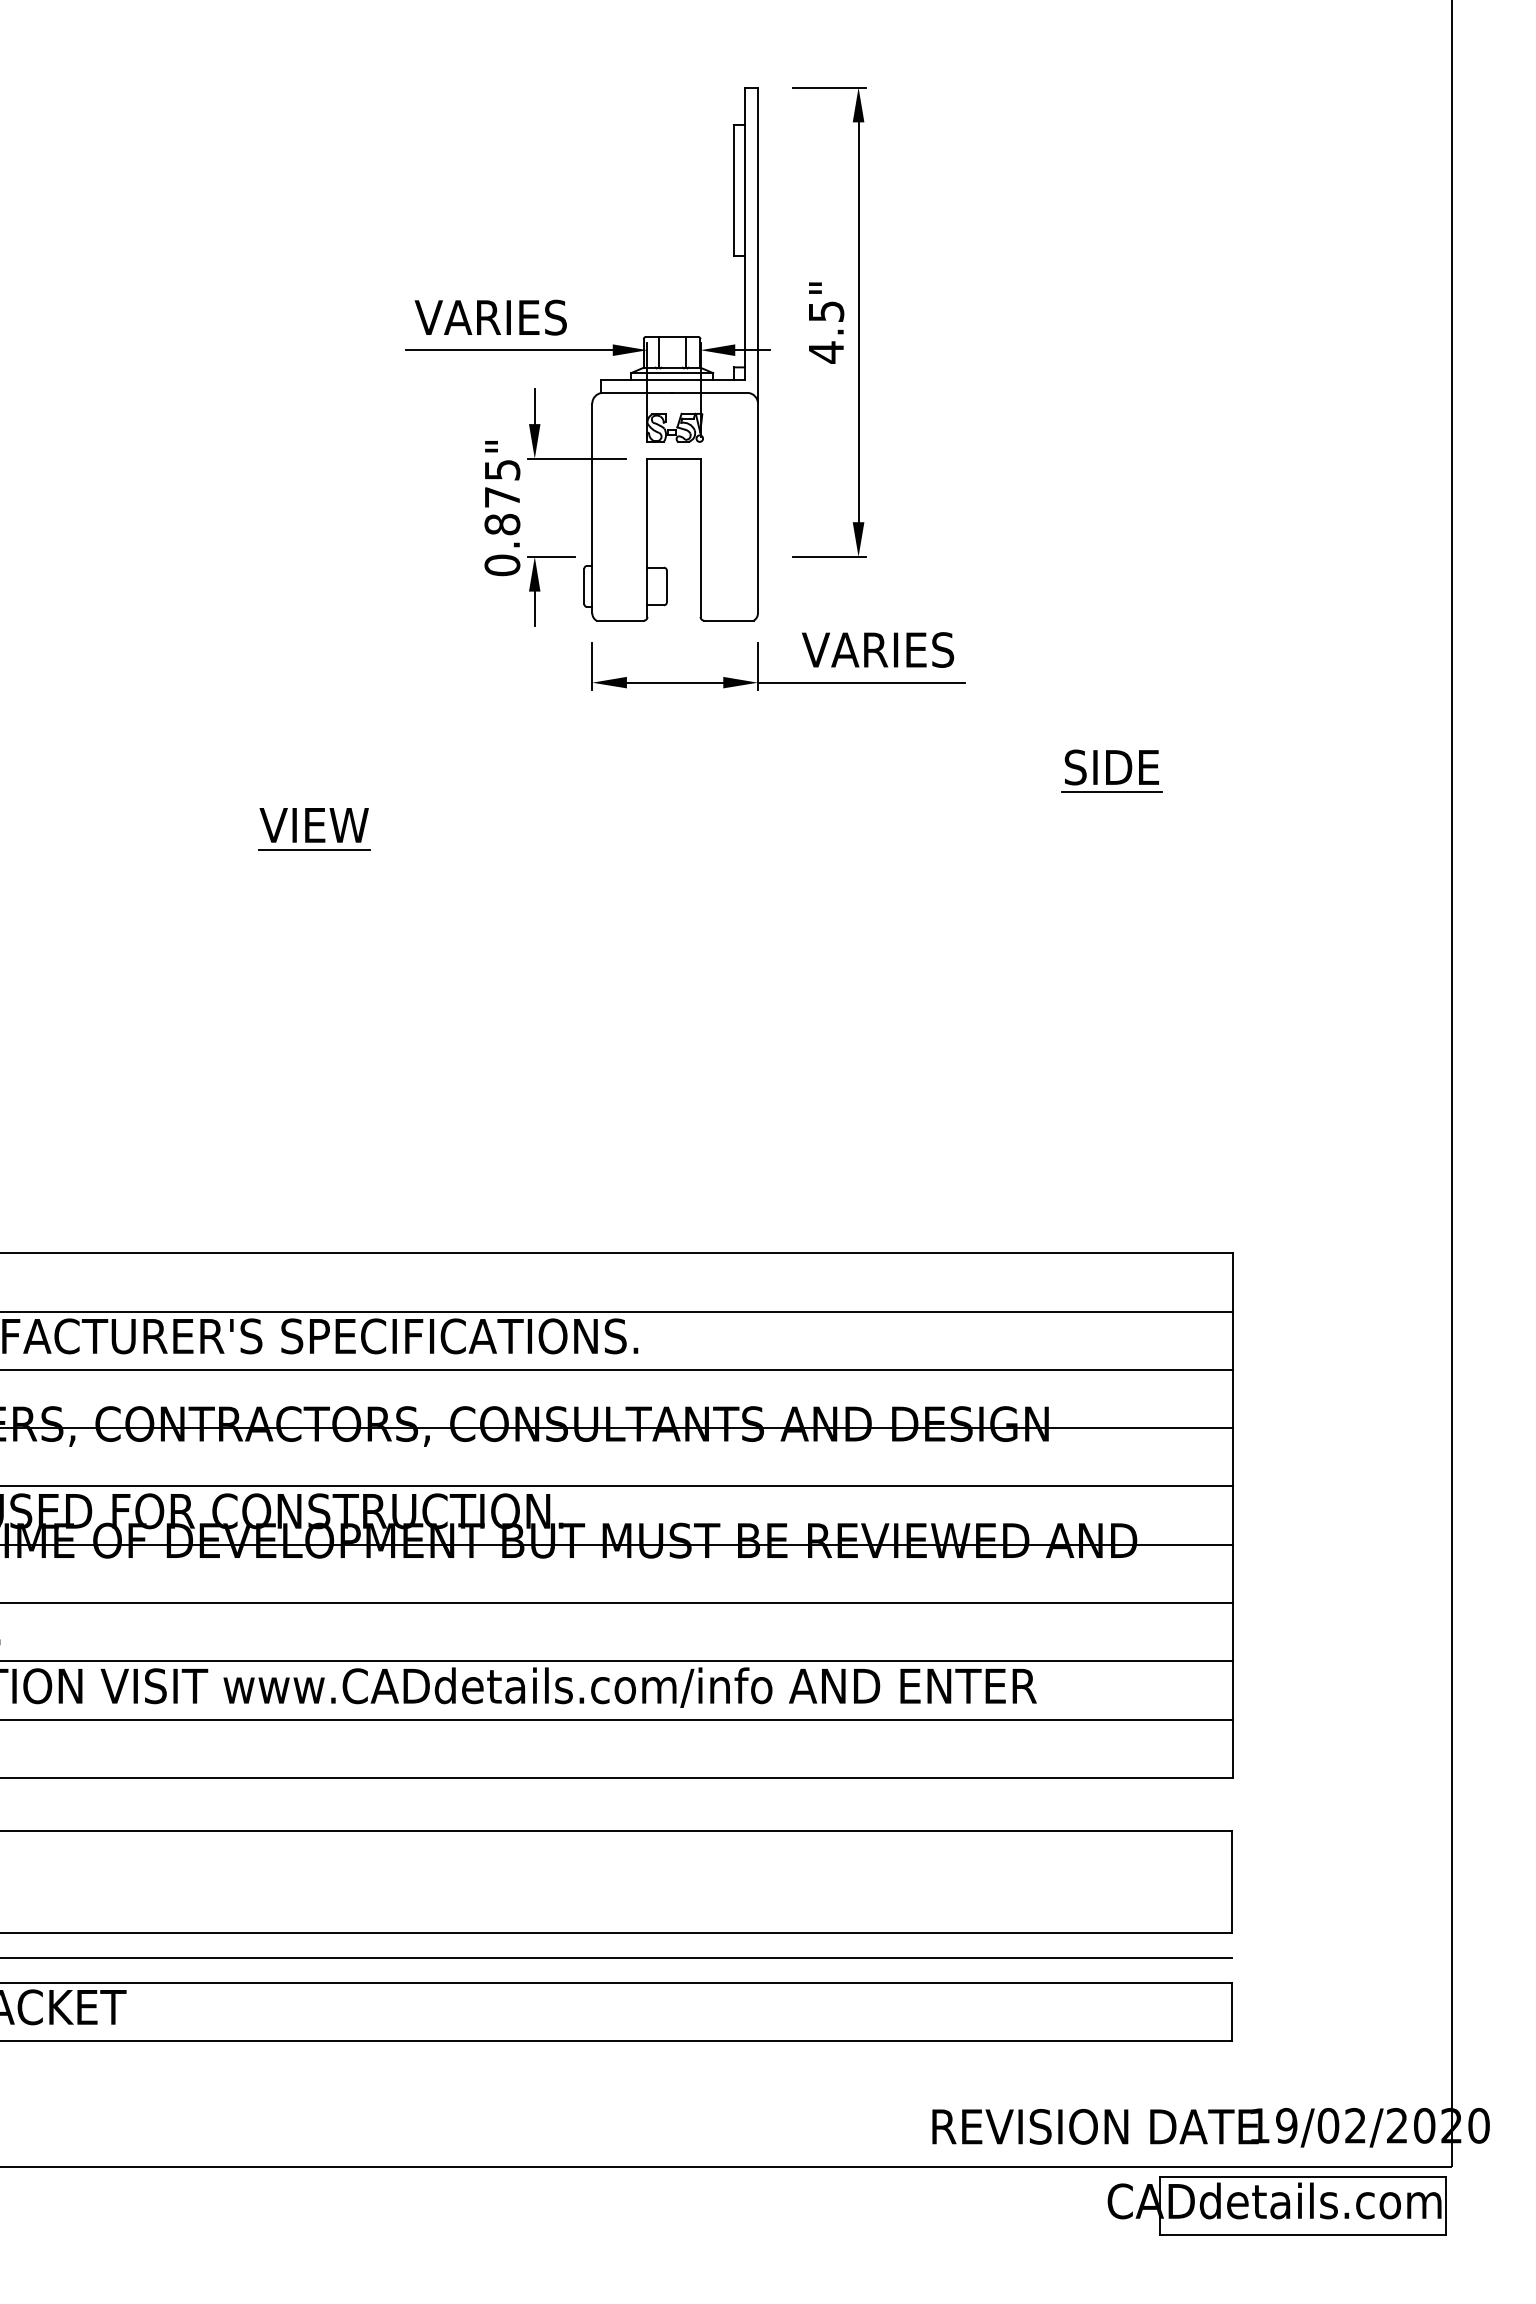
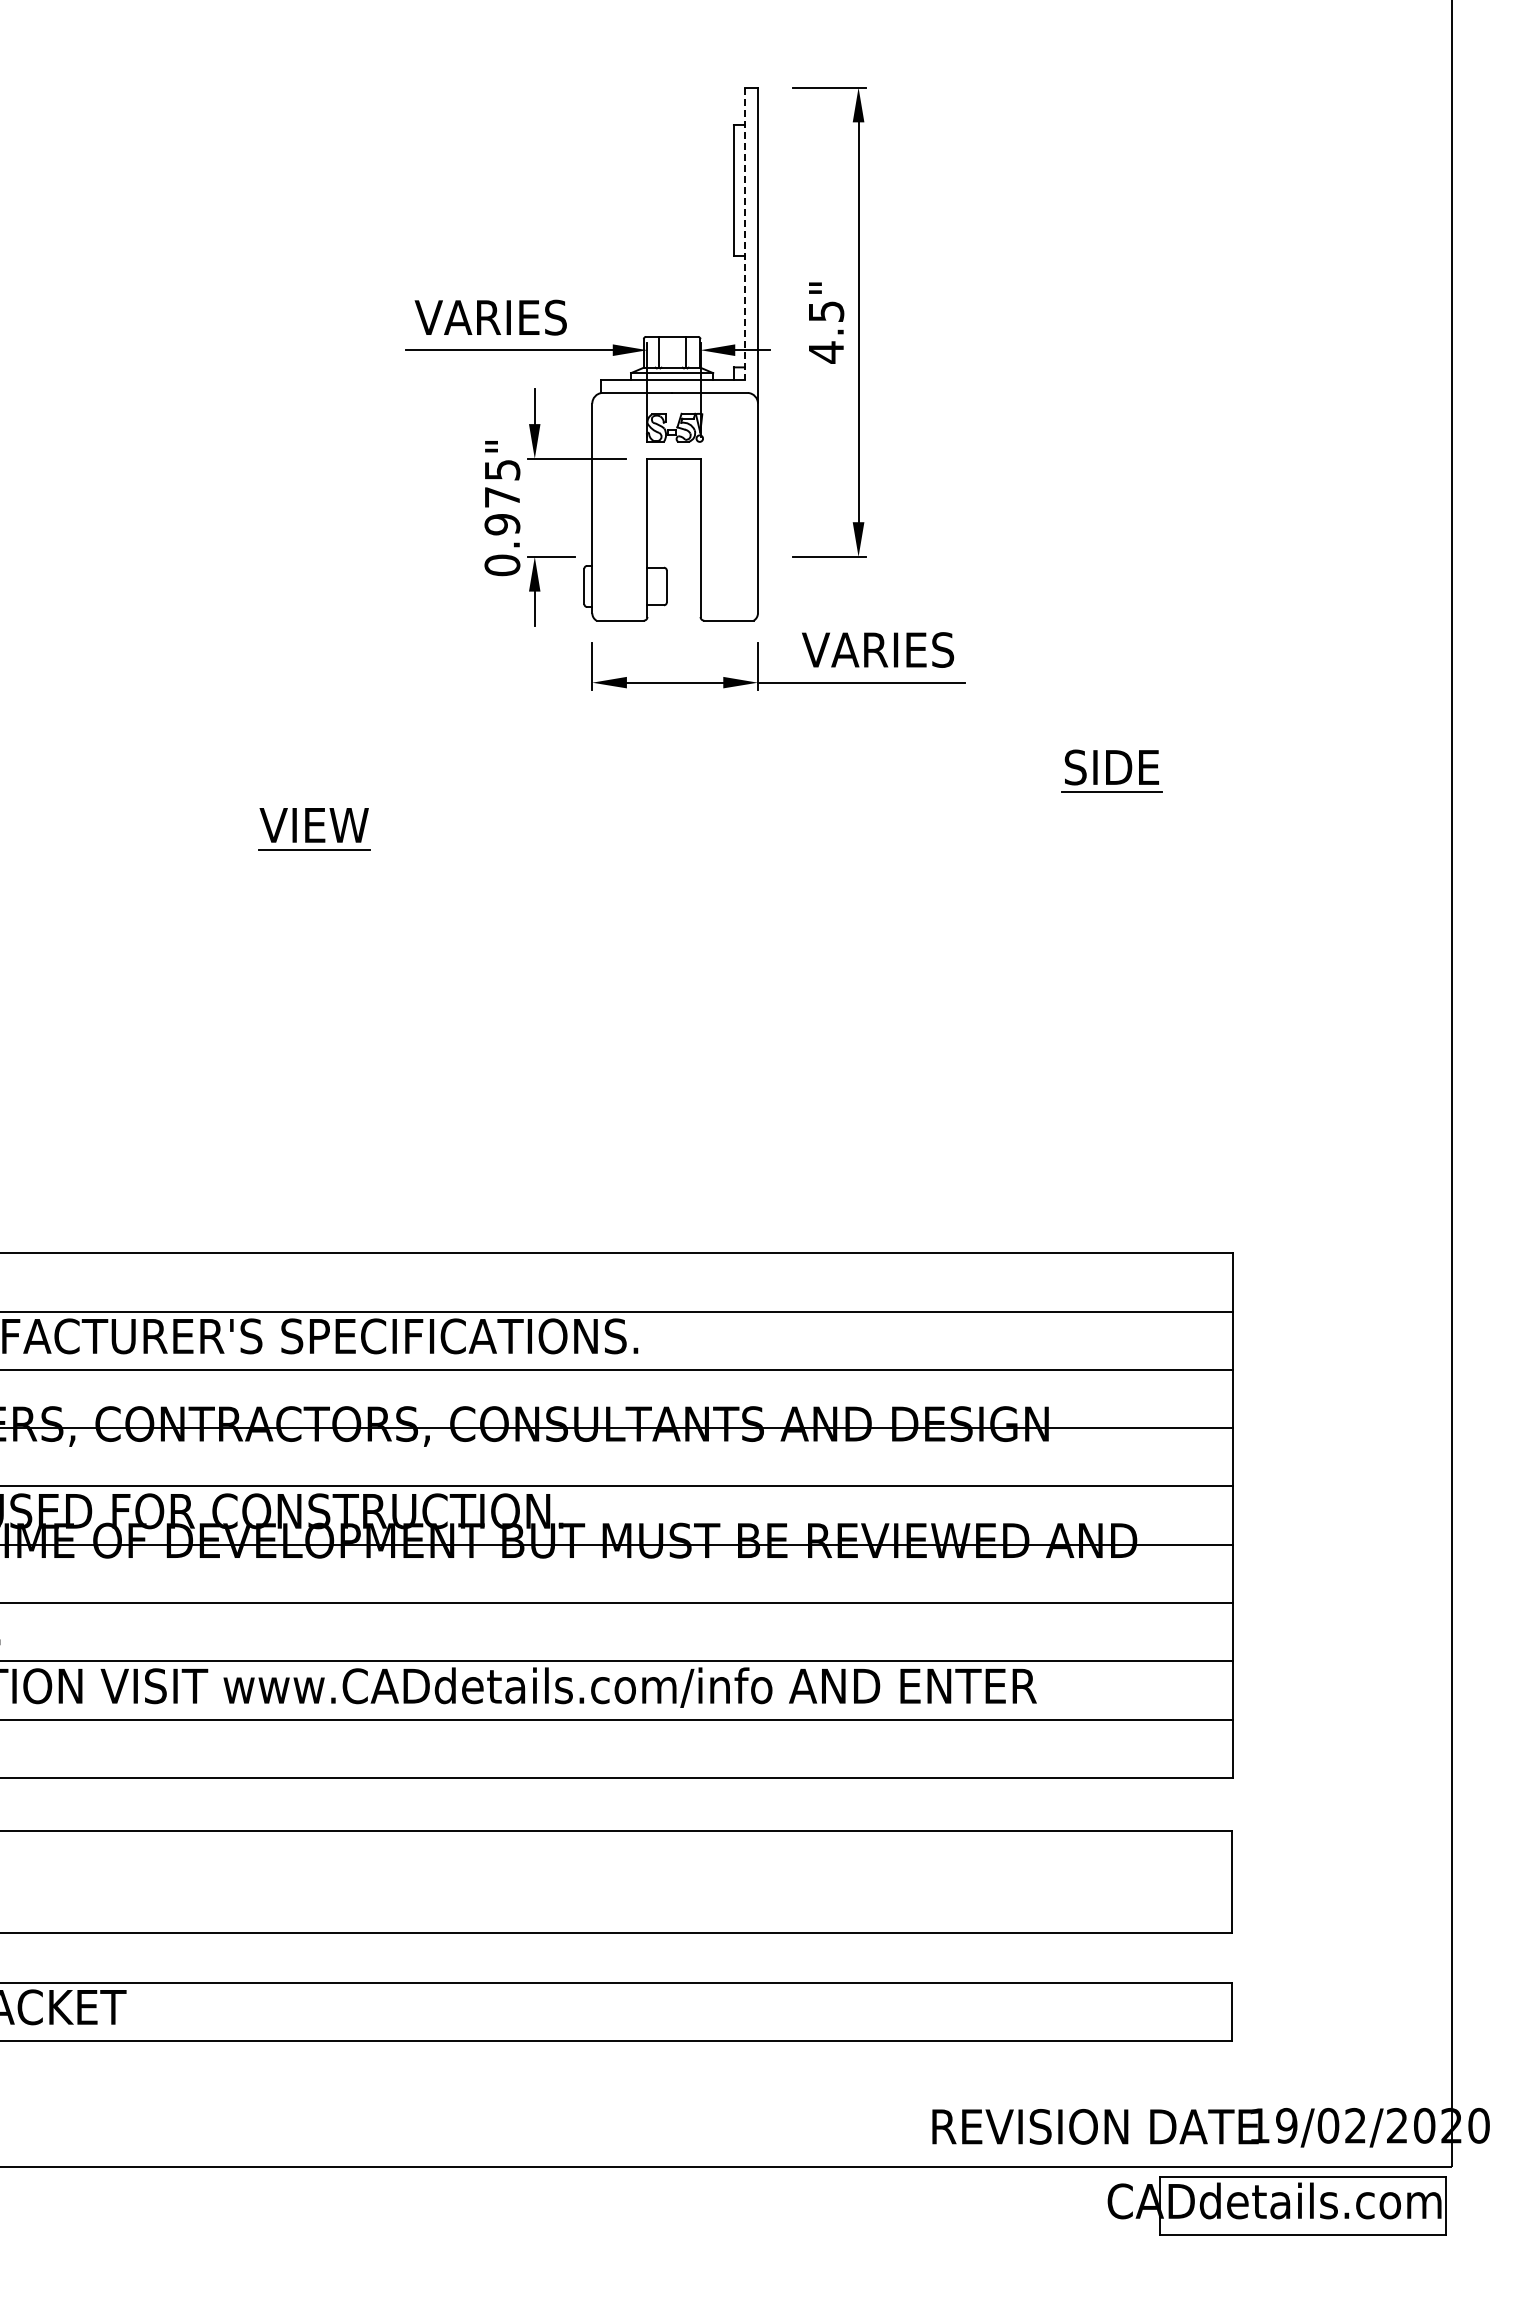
line at (744, 234): solid -> dashed
text at (502, 524): 0.875" -> 0.975"
line at (617, 1957): present -> none
